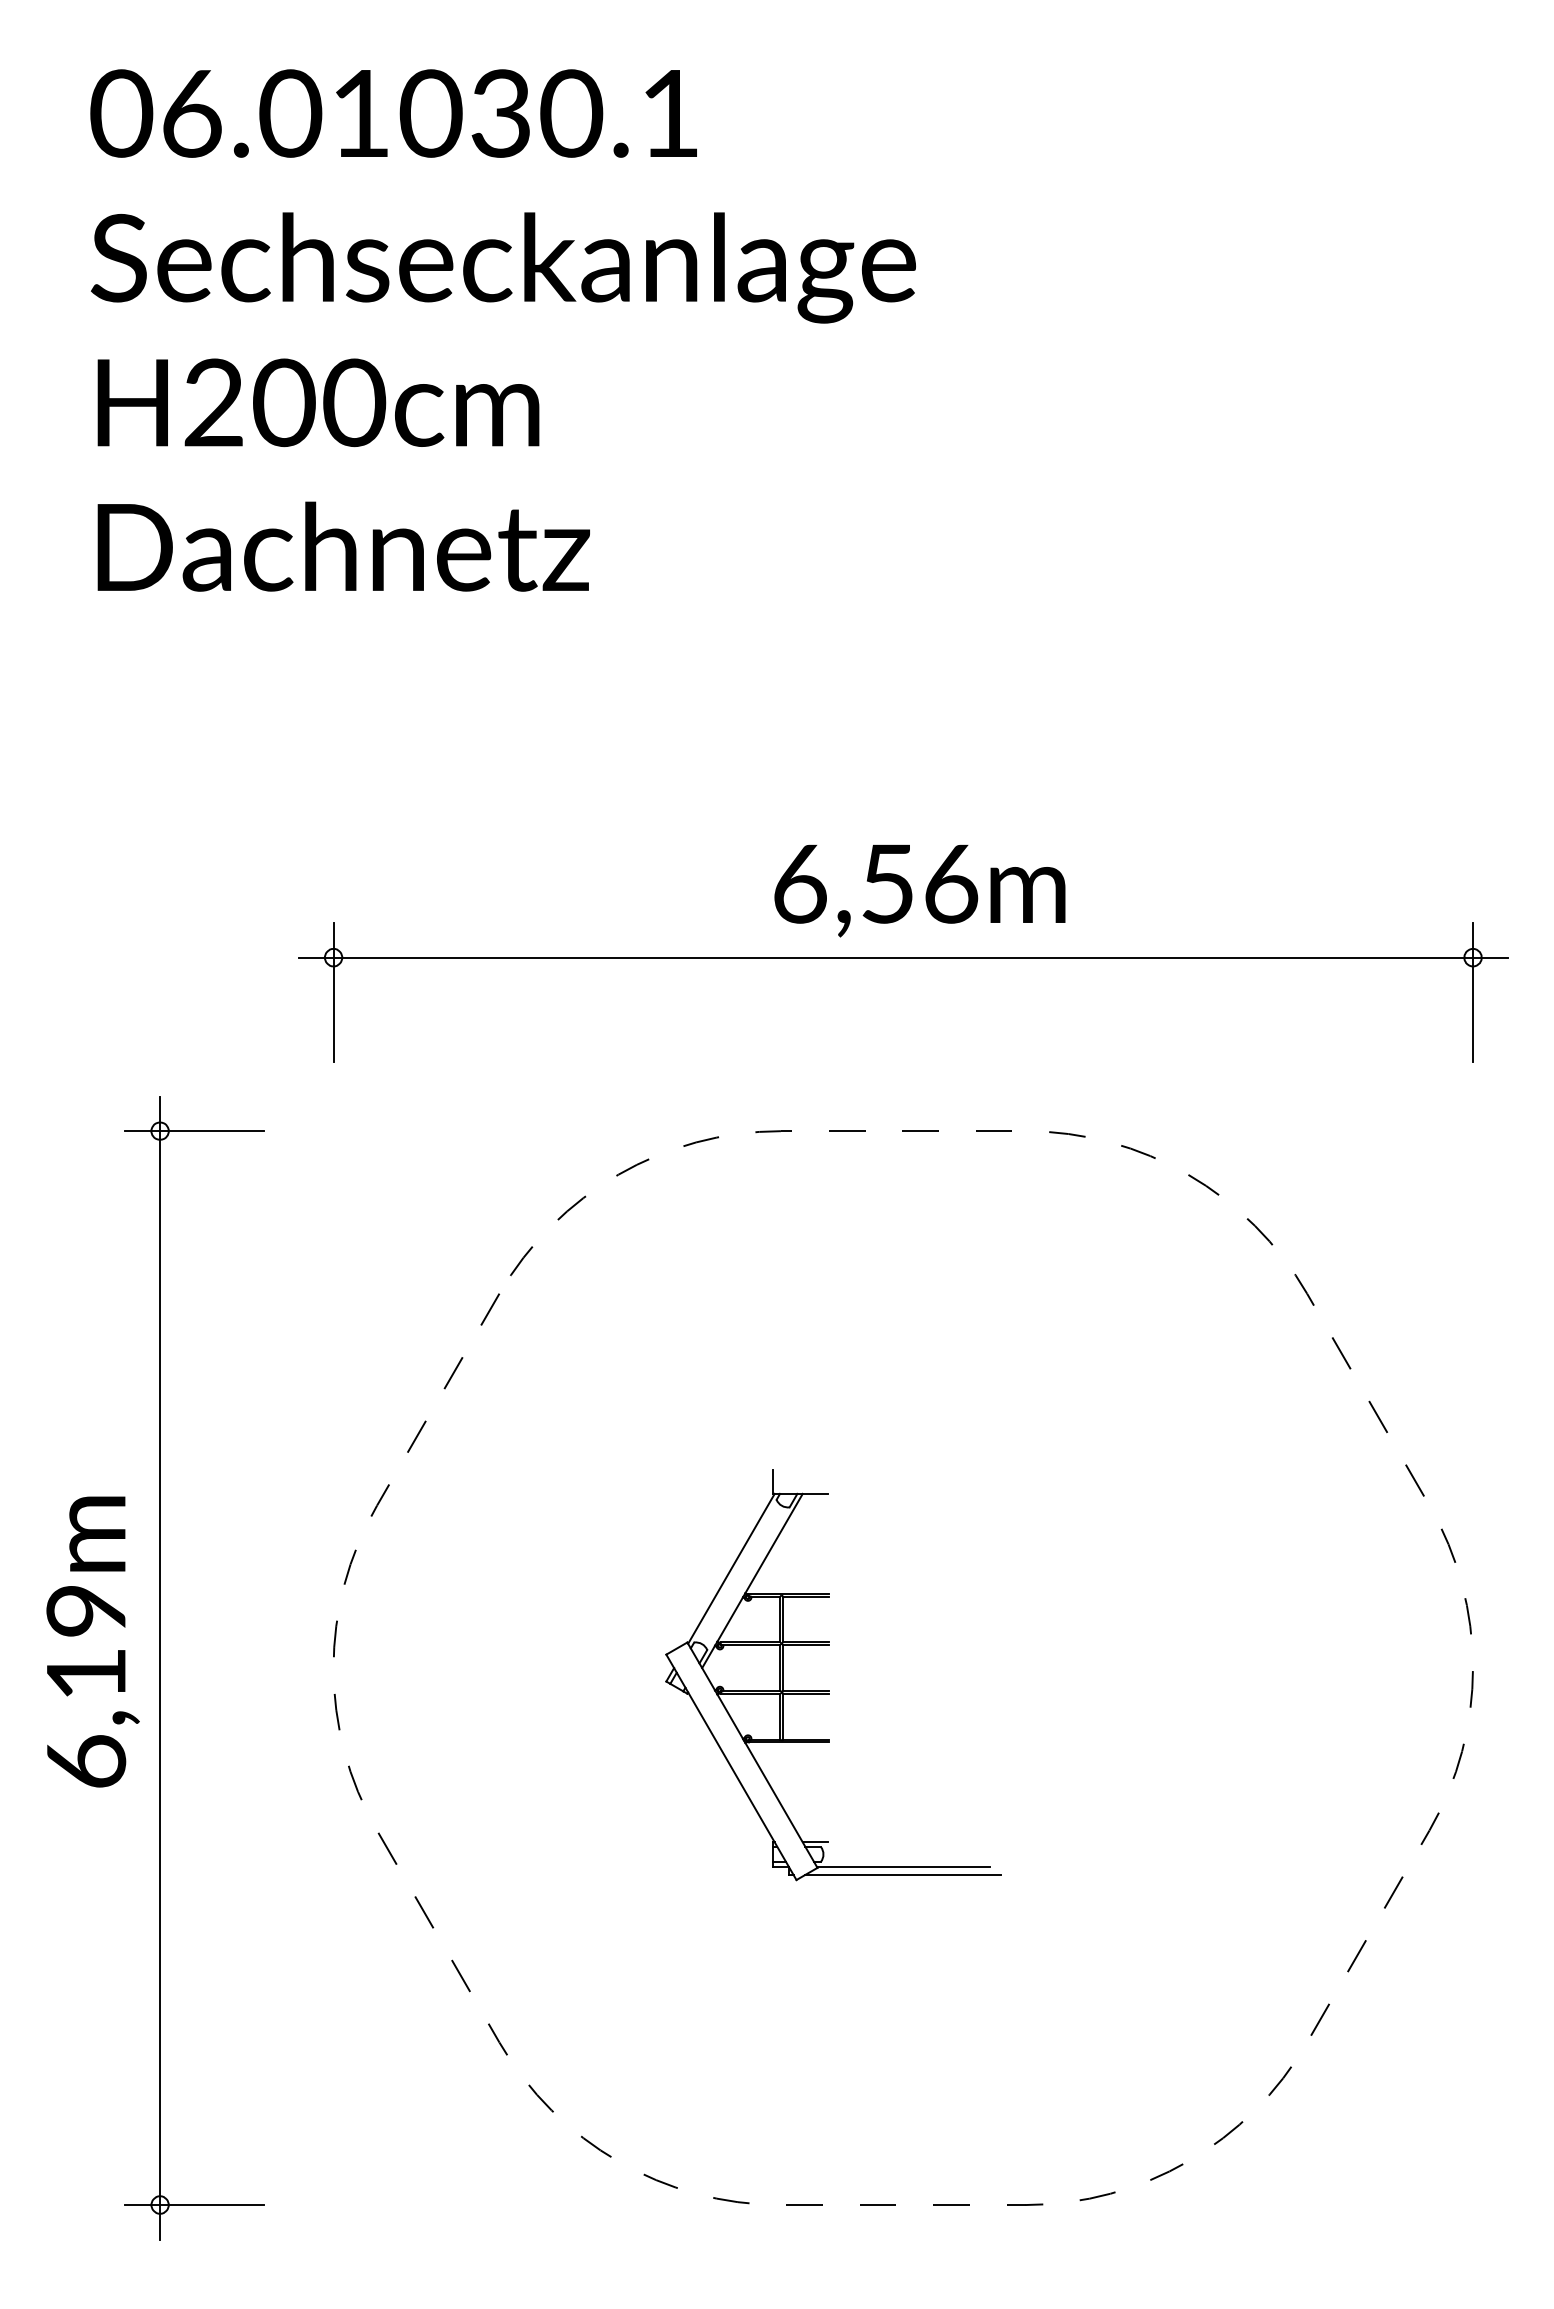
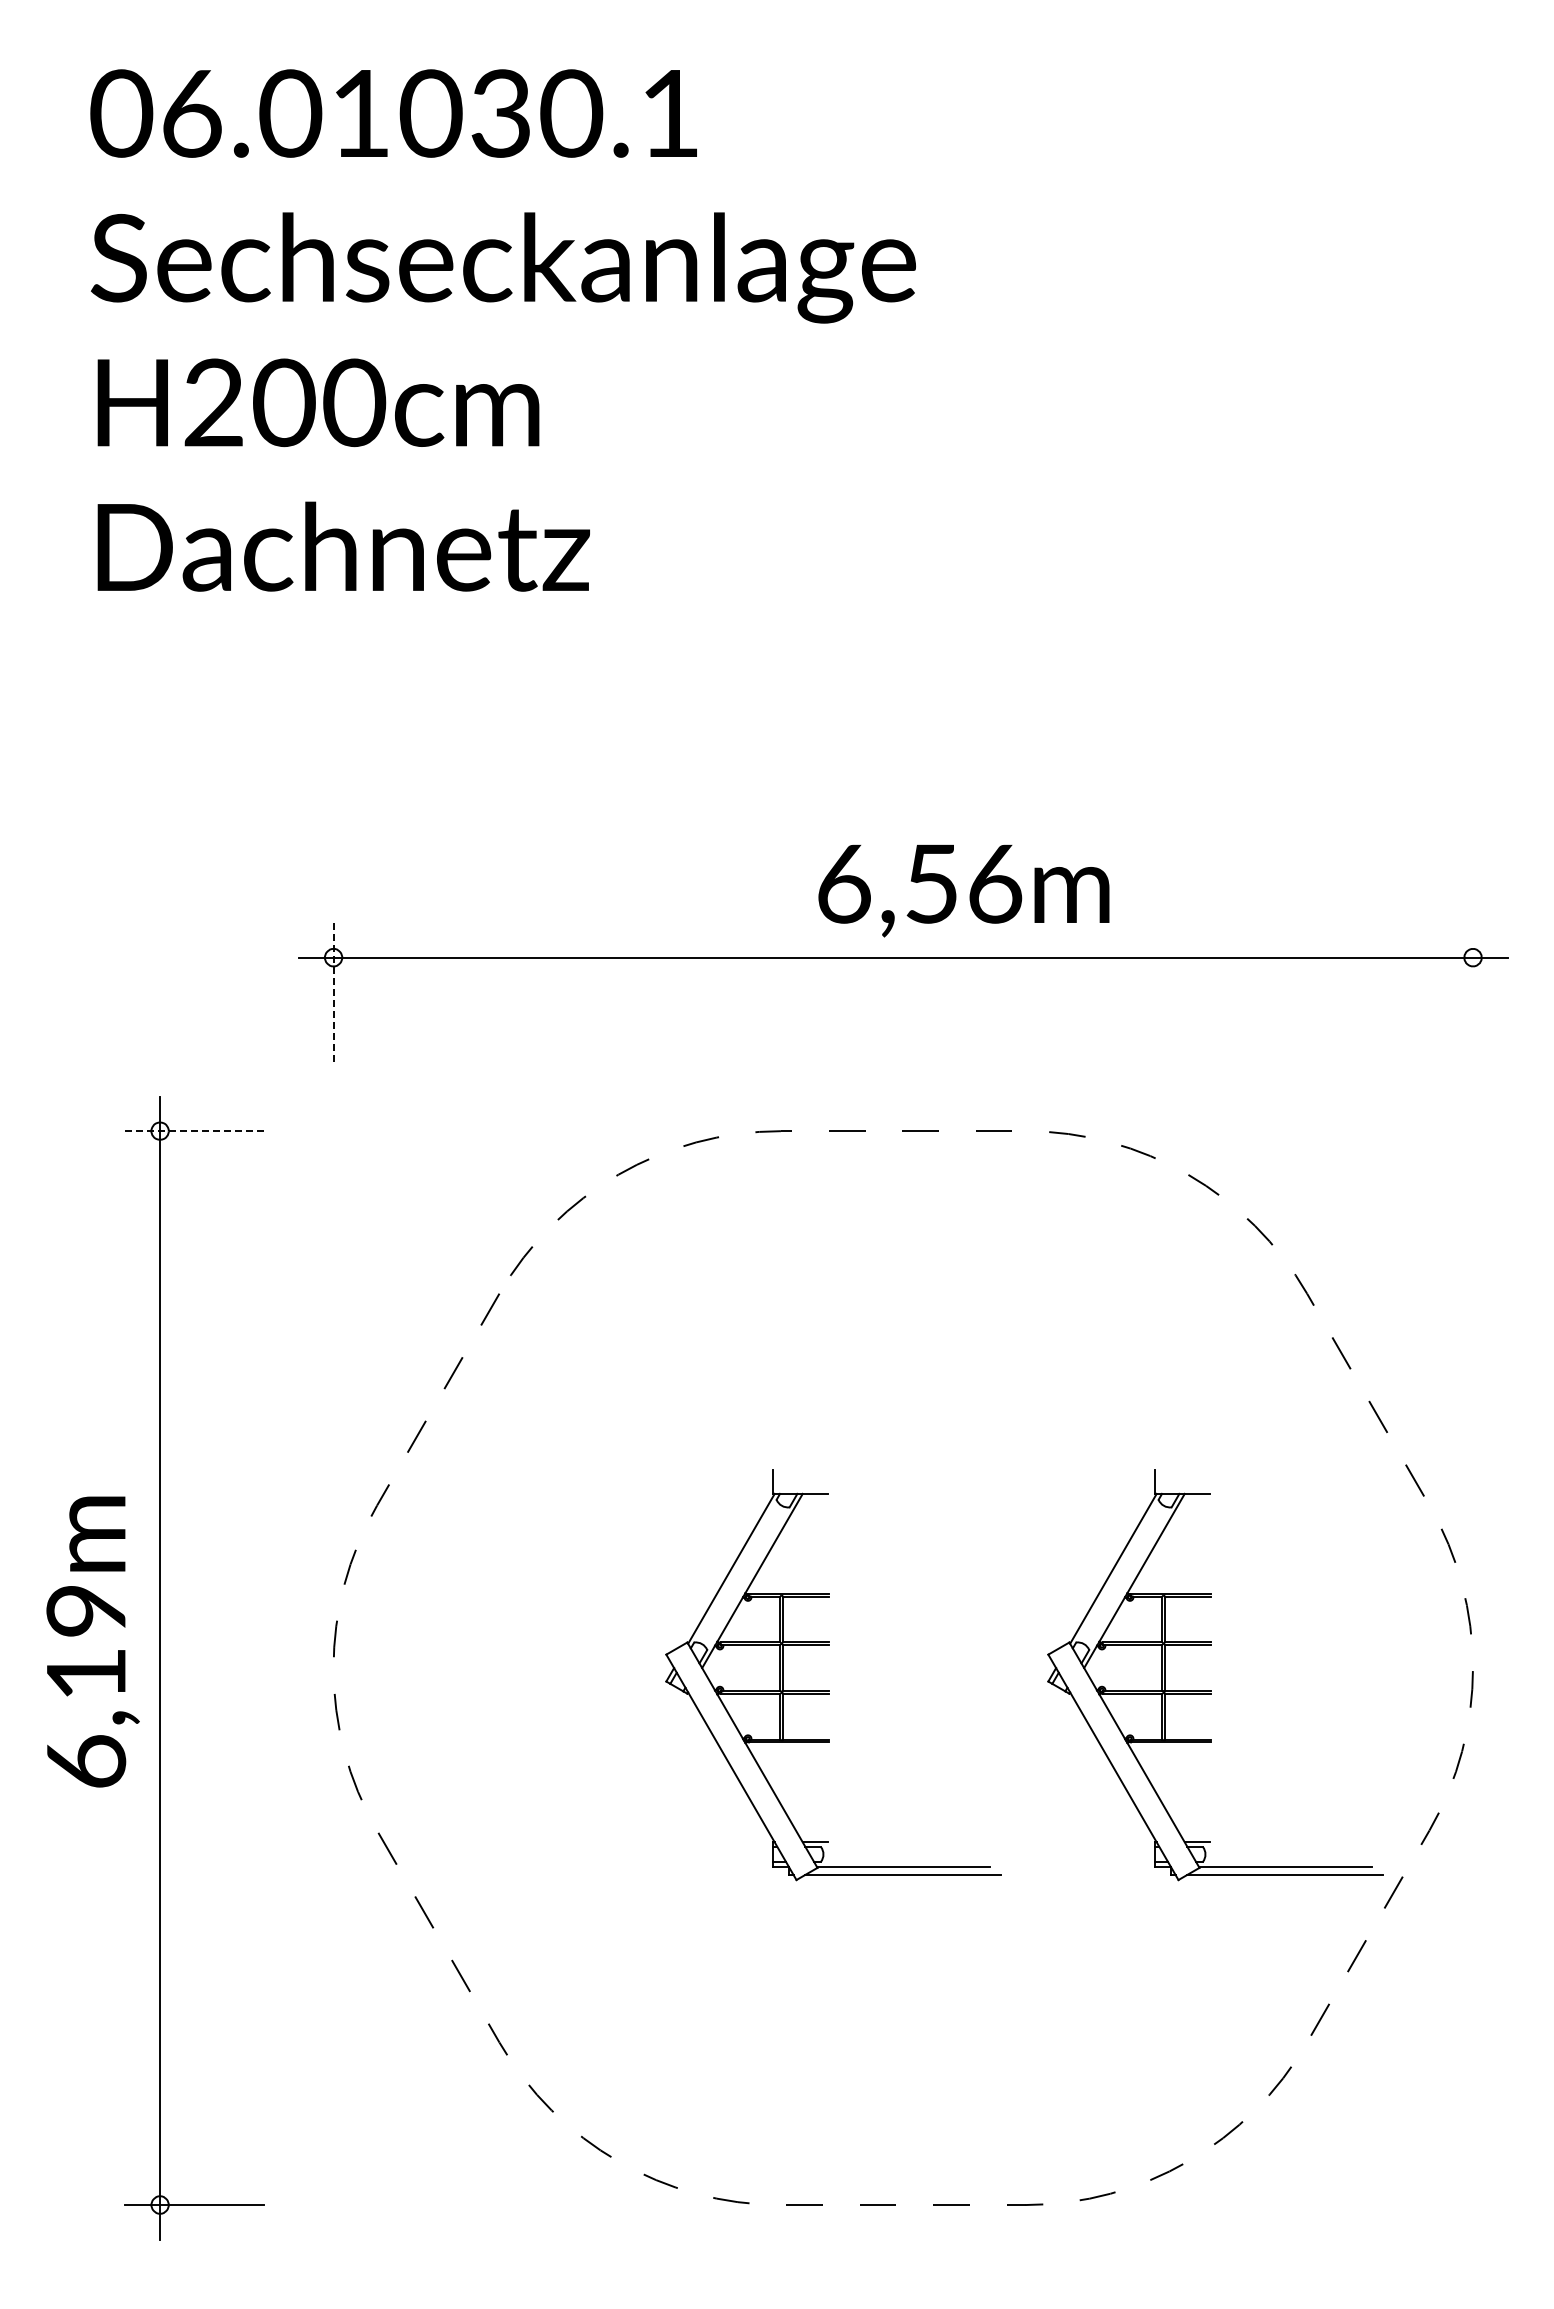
text at (919, 891) position: (919, 891) -> (963, 891)
line at (333, 991): solid -> dashed
line at (1472, 991): present -> none
line at (194, 1131): solid -> dashed
part at (1211, 1690): none -> present
